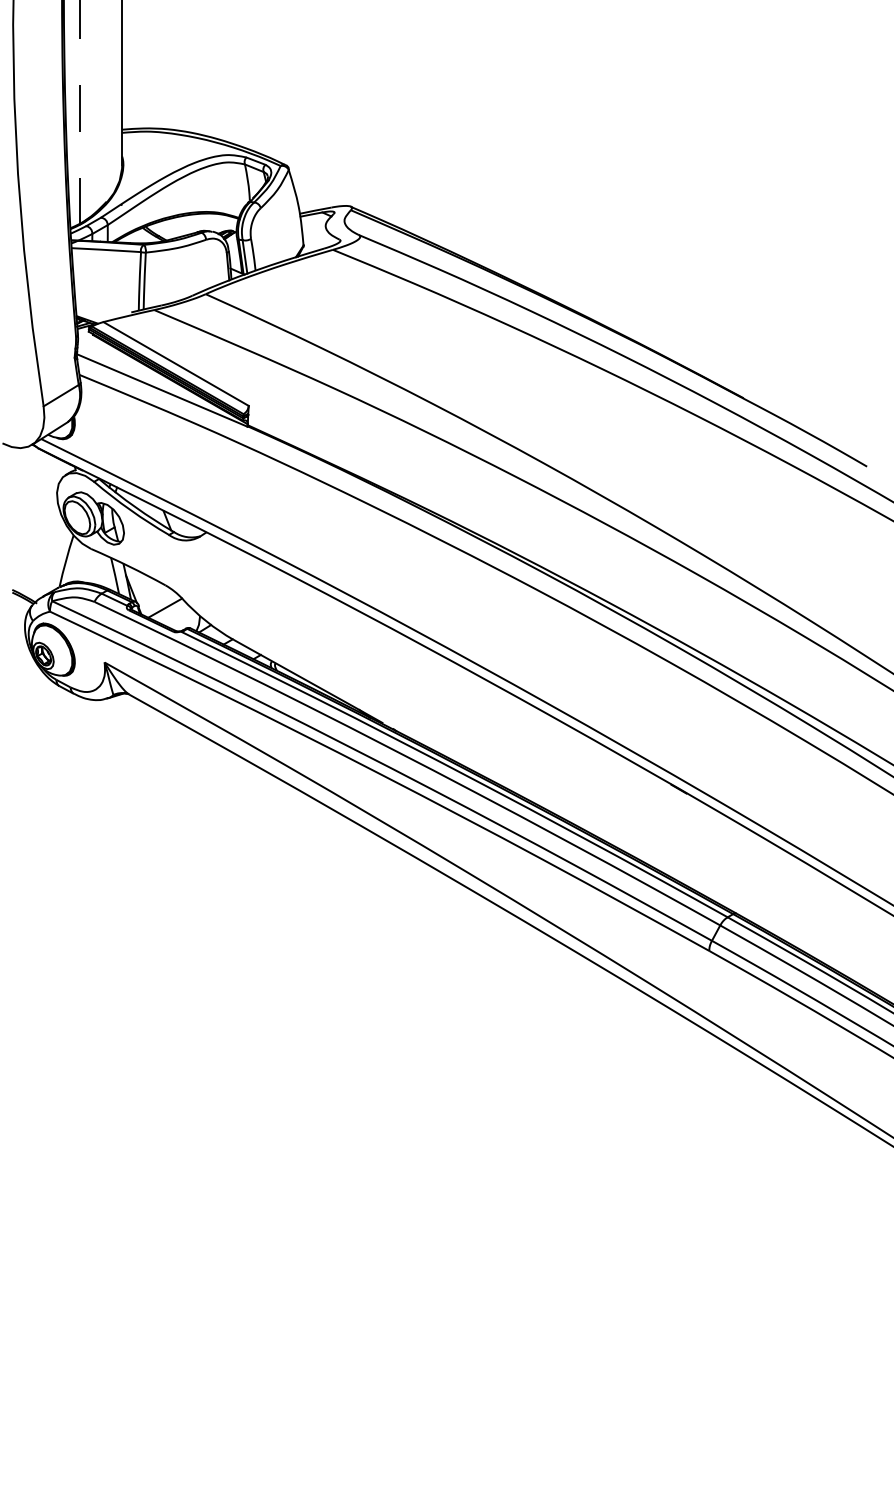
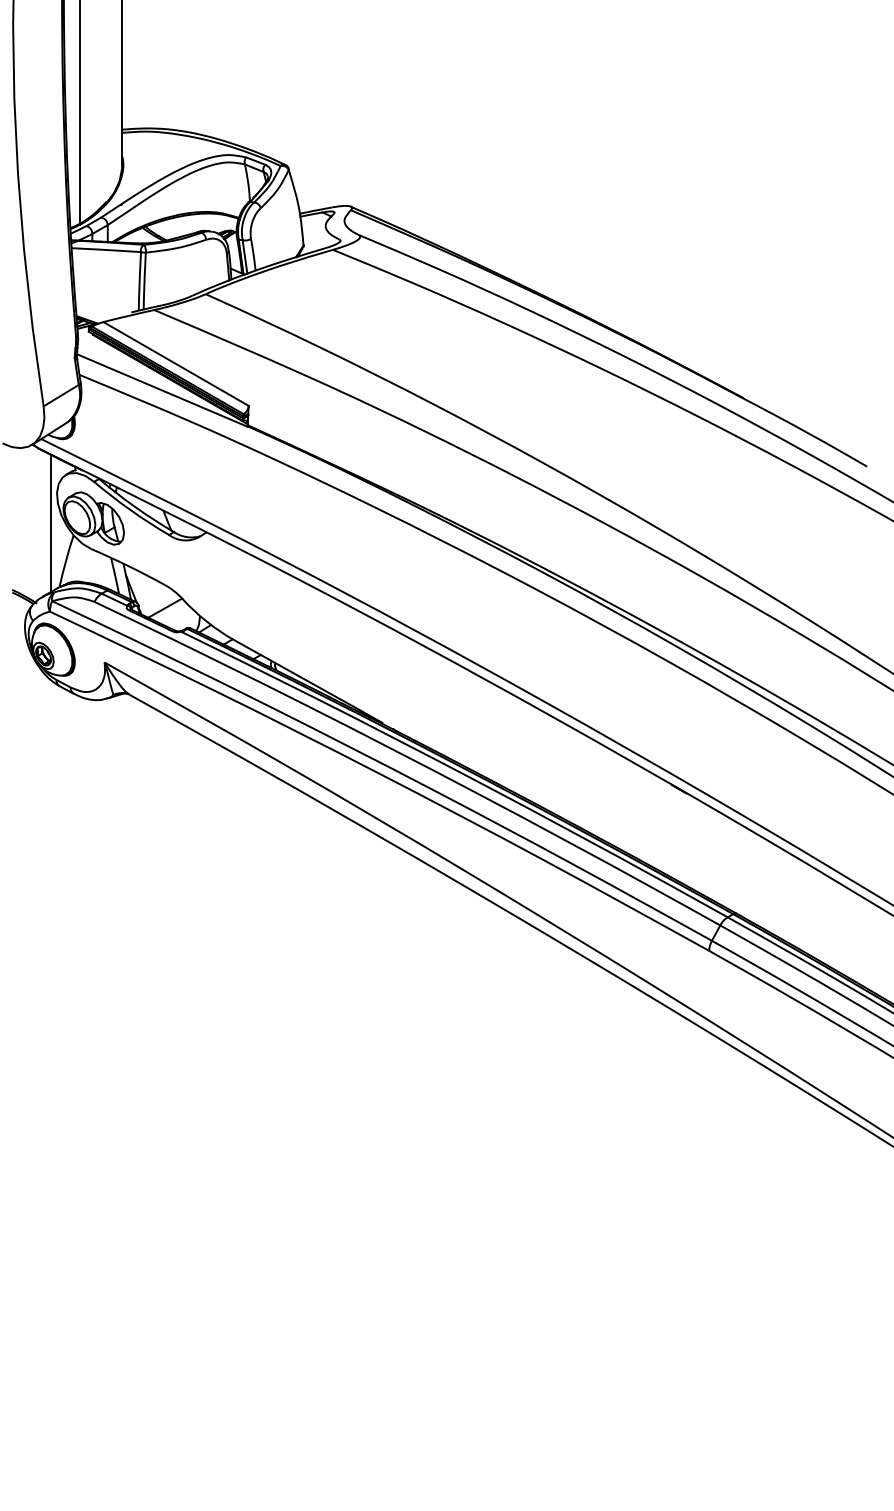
line at (79, 111): dashed -> solid
line at (50, 523): none -> present
